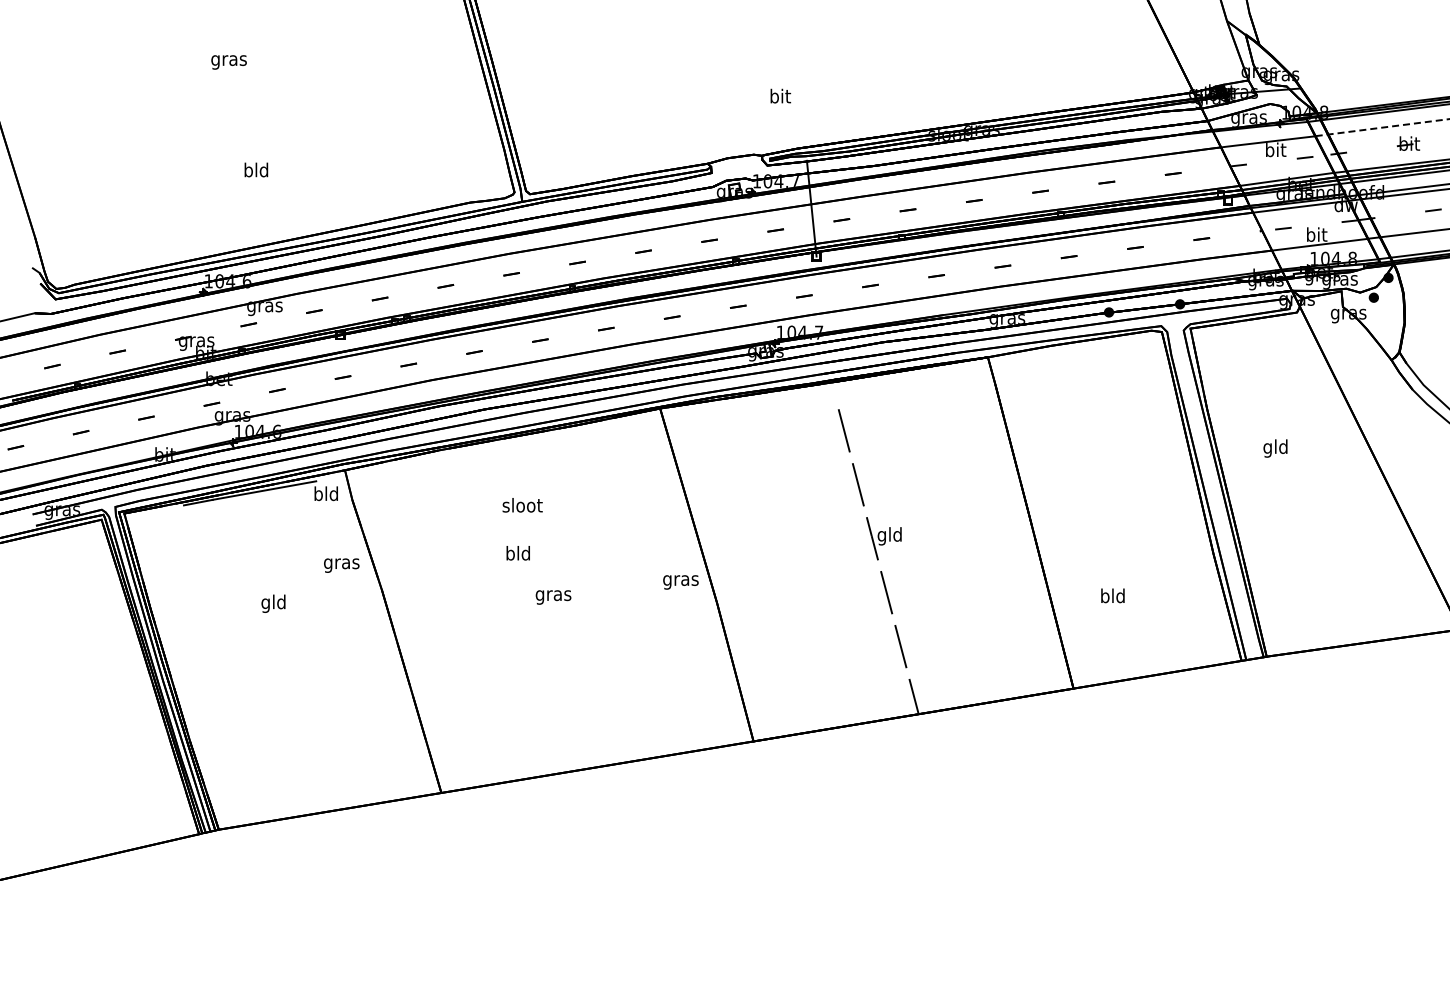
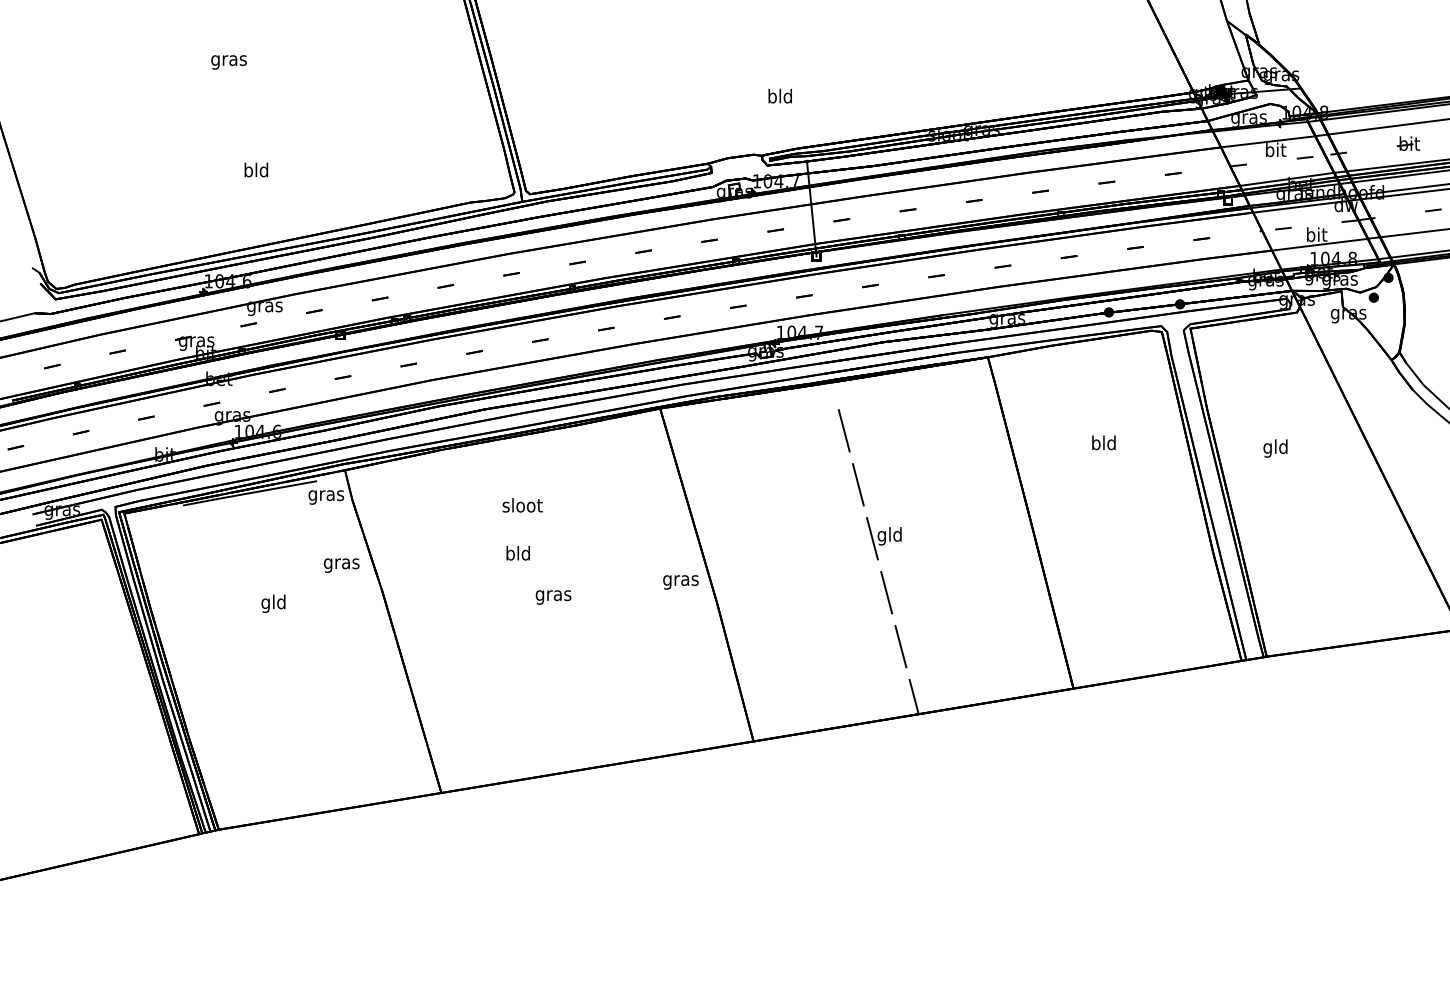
text at (779, 95): bit -> bld
line at (1383, 127): dashed -> solid
text at (326, 495): bld -> gras
text at (1112, 595) position: (1112, 595) -> (1103, 442)
